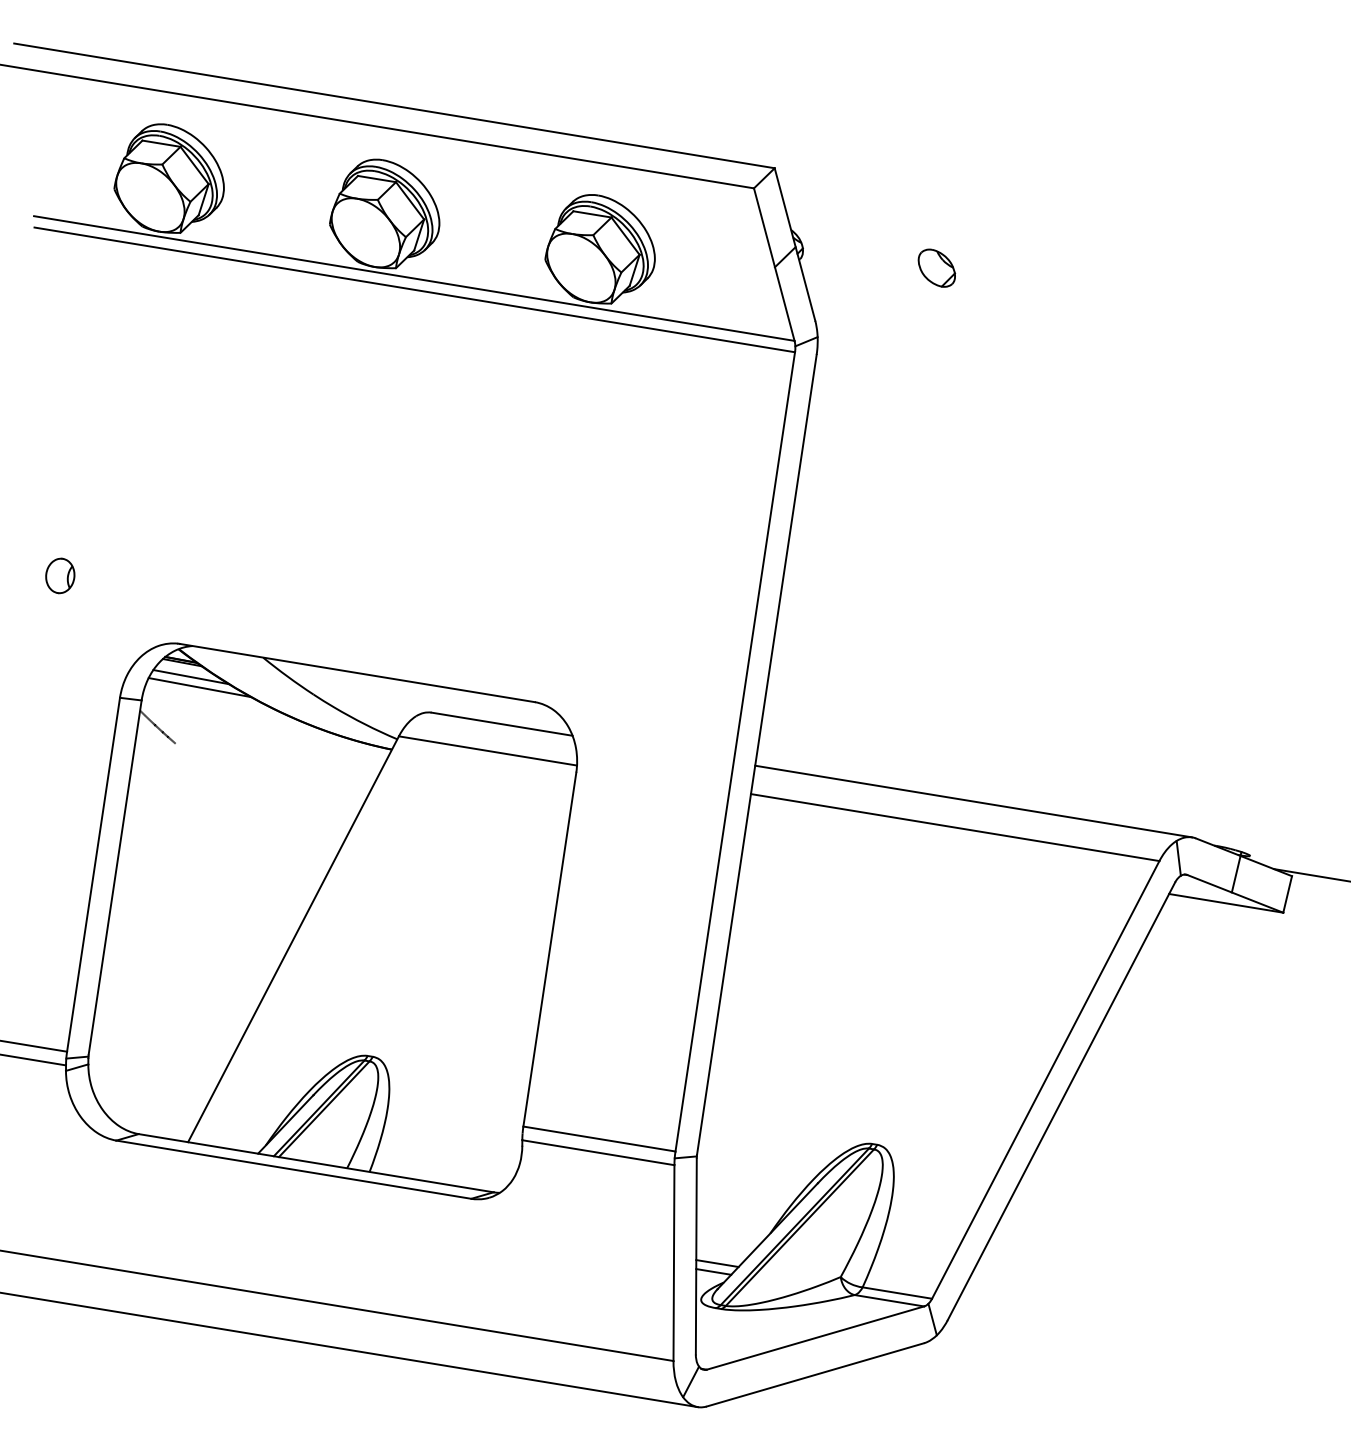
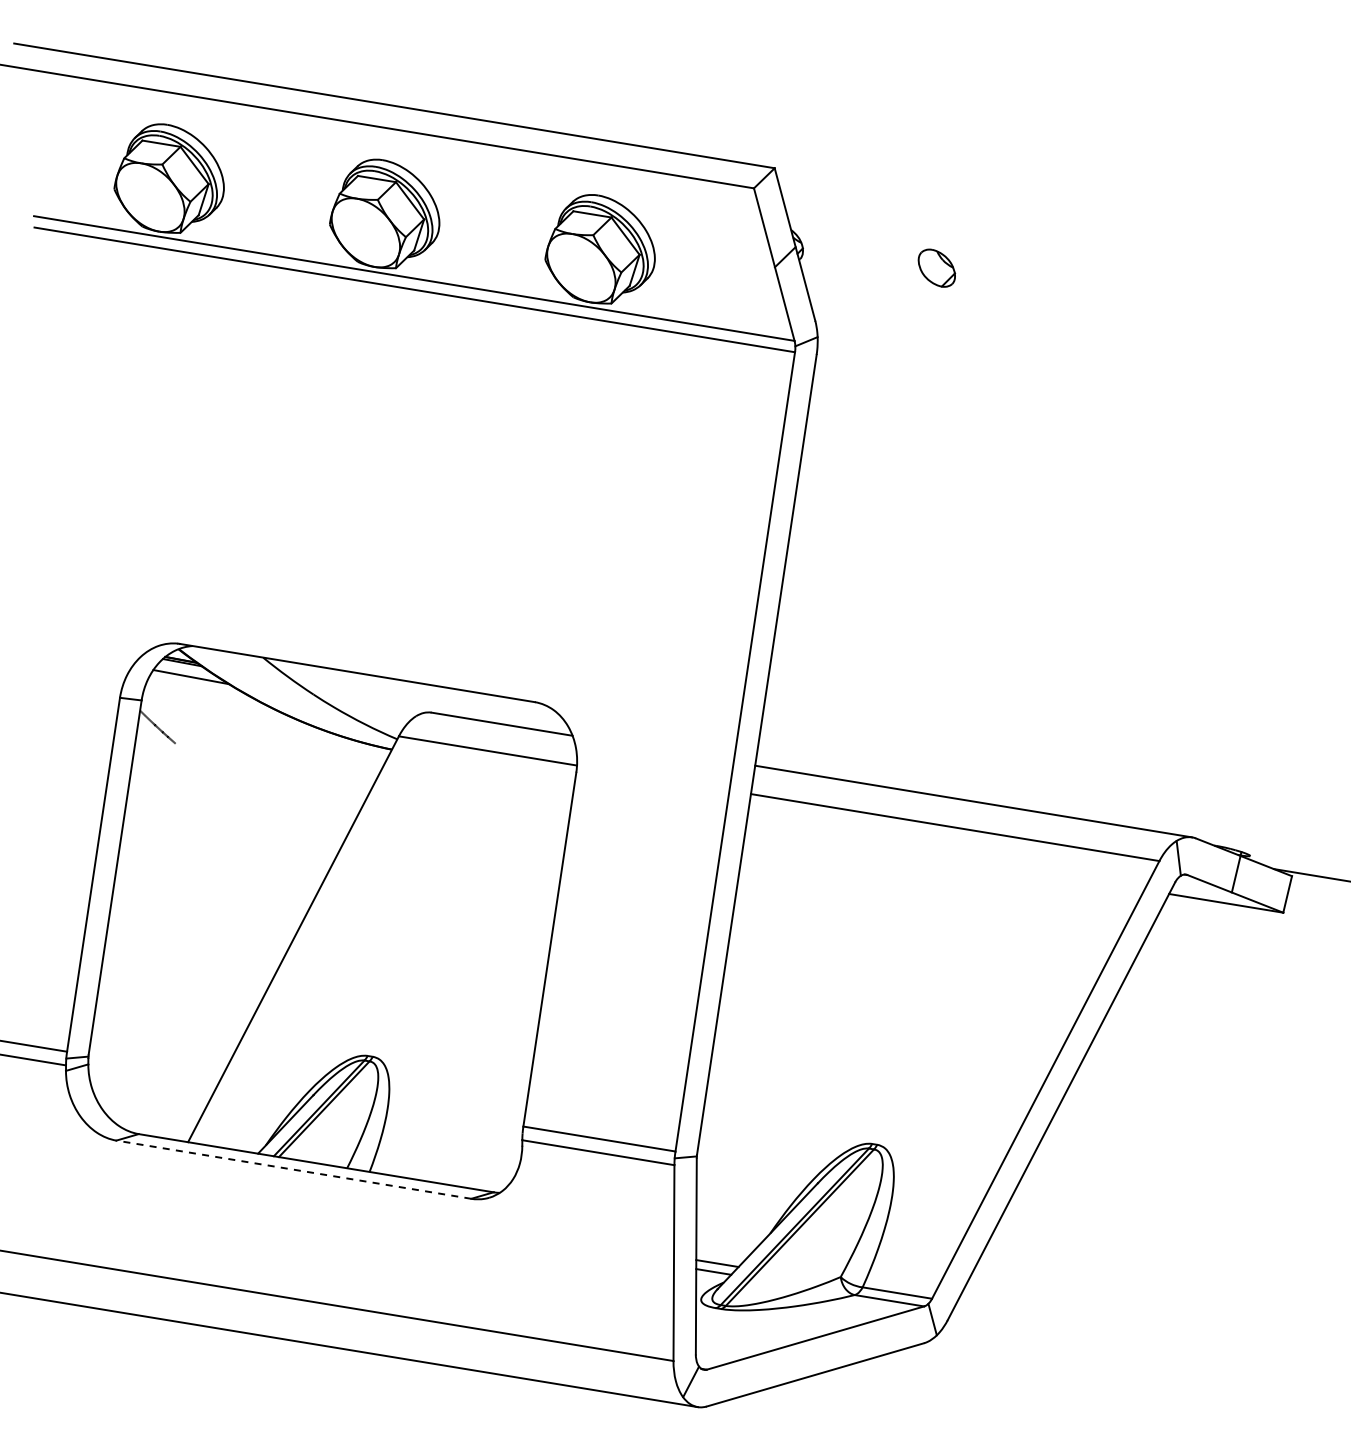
part at (60, 575): present -> none
line at (199, 687): present -> none
line at (293, 1169): solid -> dashed
